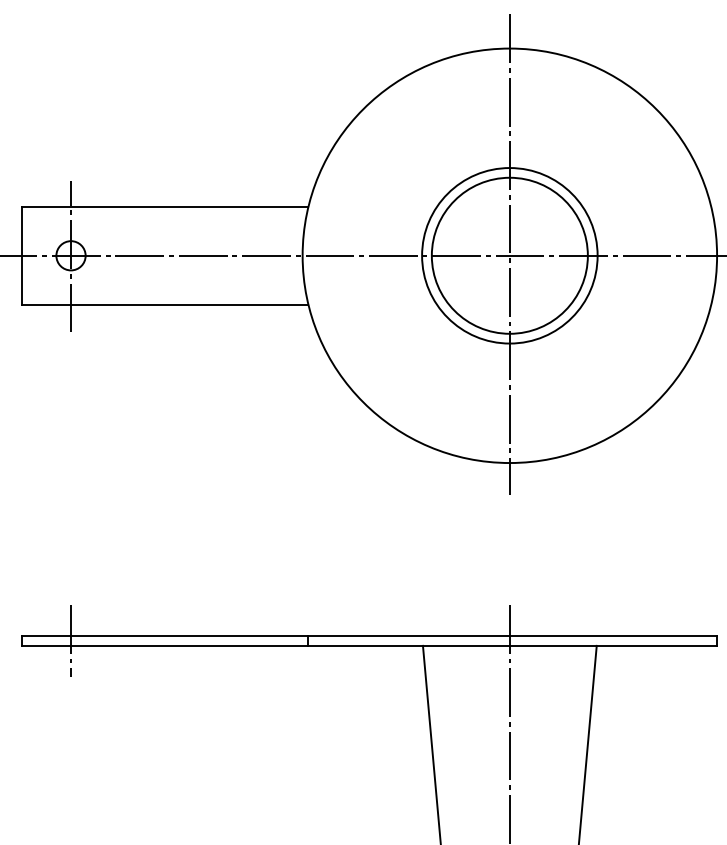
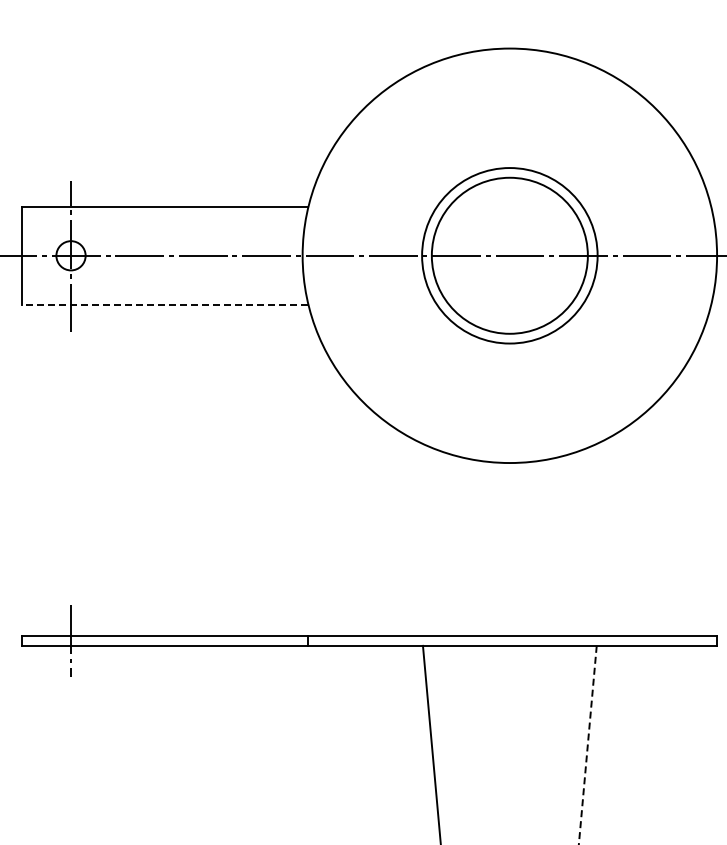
line at (509, 254): present -> none
line at (164, 304): solid -> dashed
line at (509, 722): present -> none
line at (587, 745): solid -> dashed
